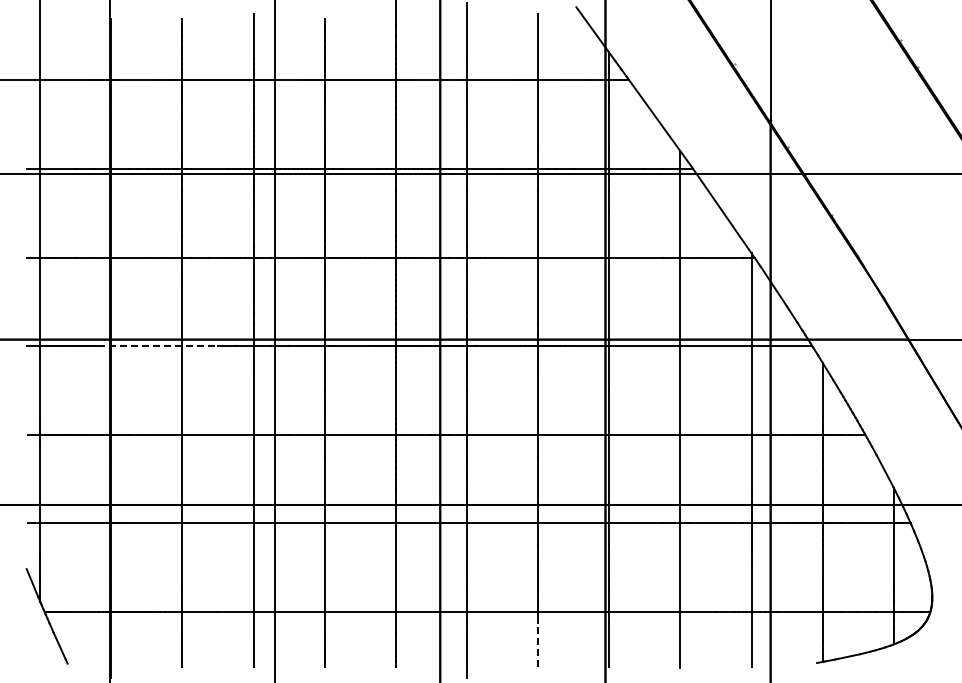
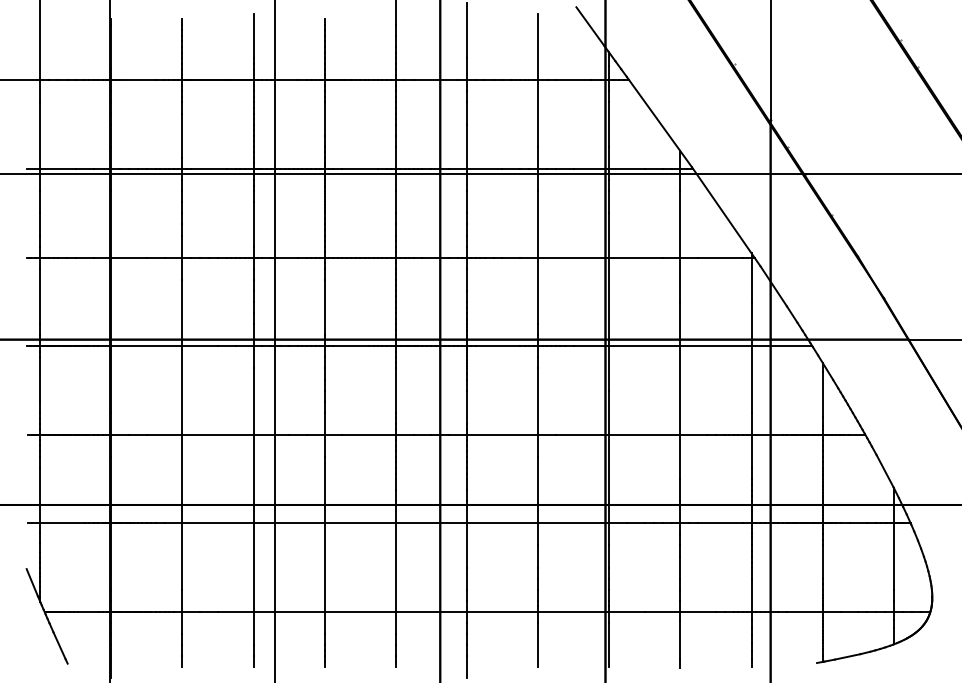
line at (158, 346): dashed -> solid
line at (538, 644): dashed -> solid
